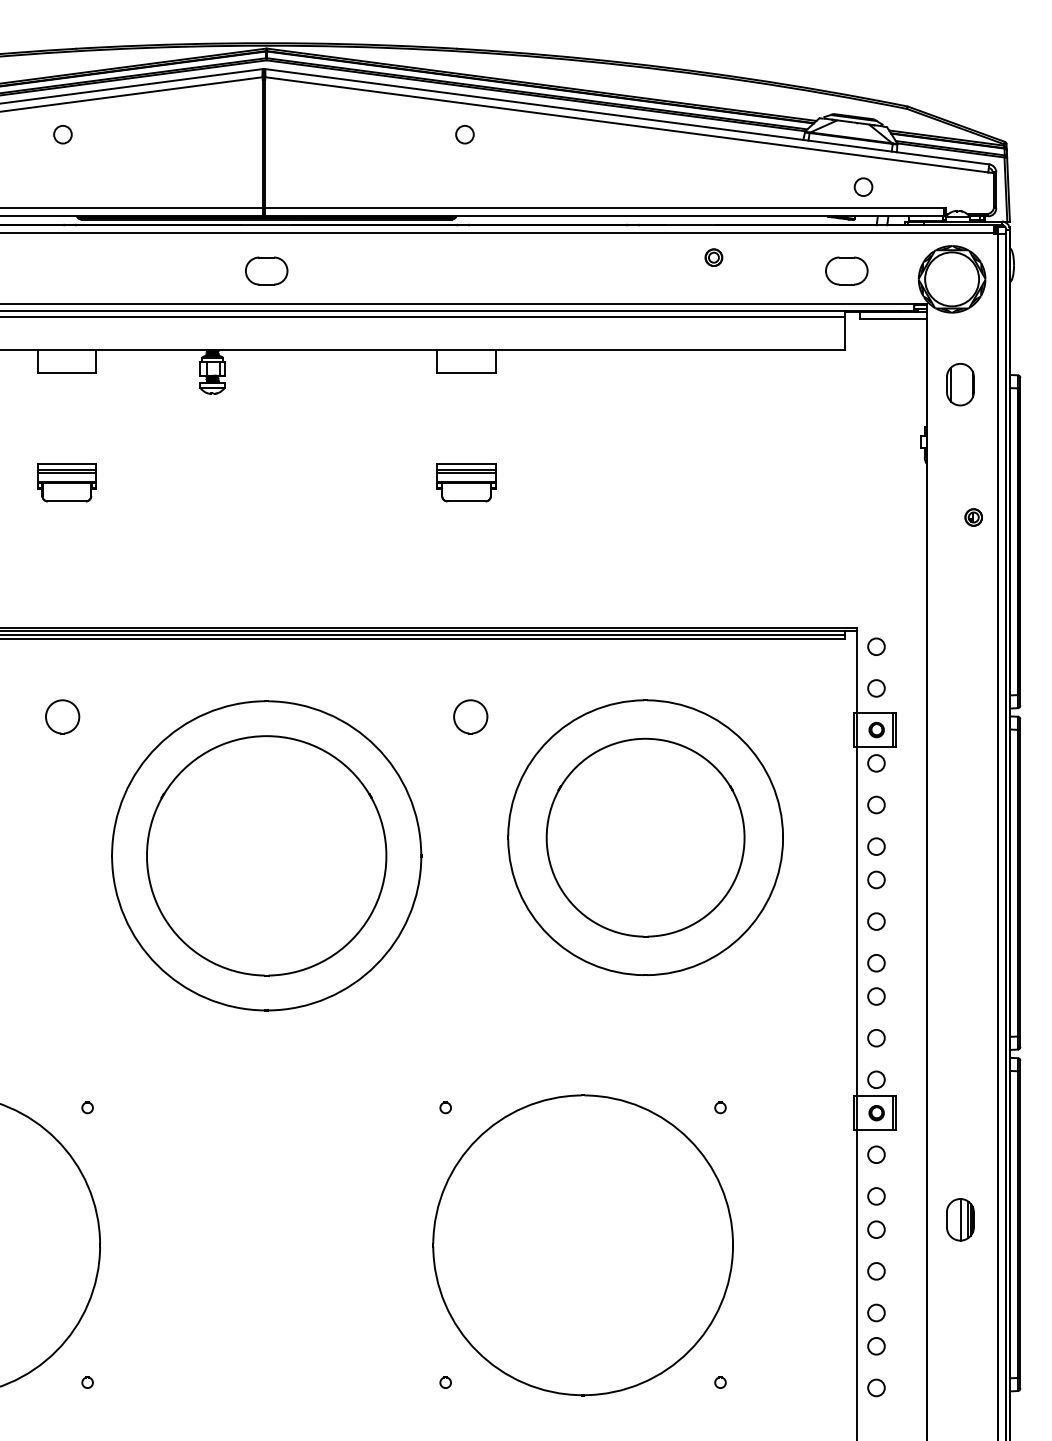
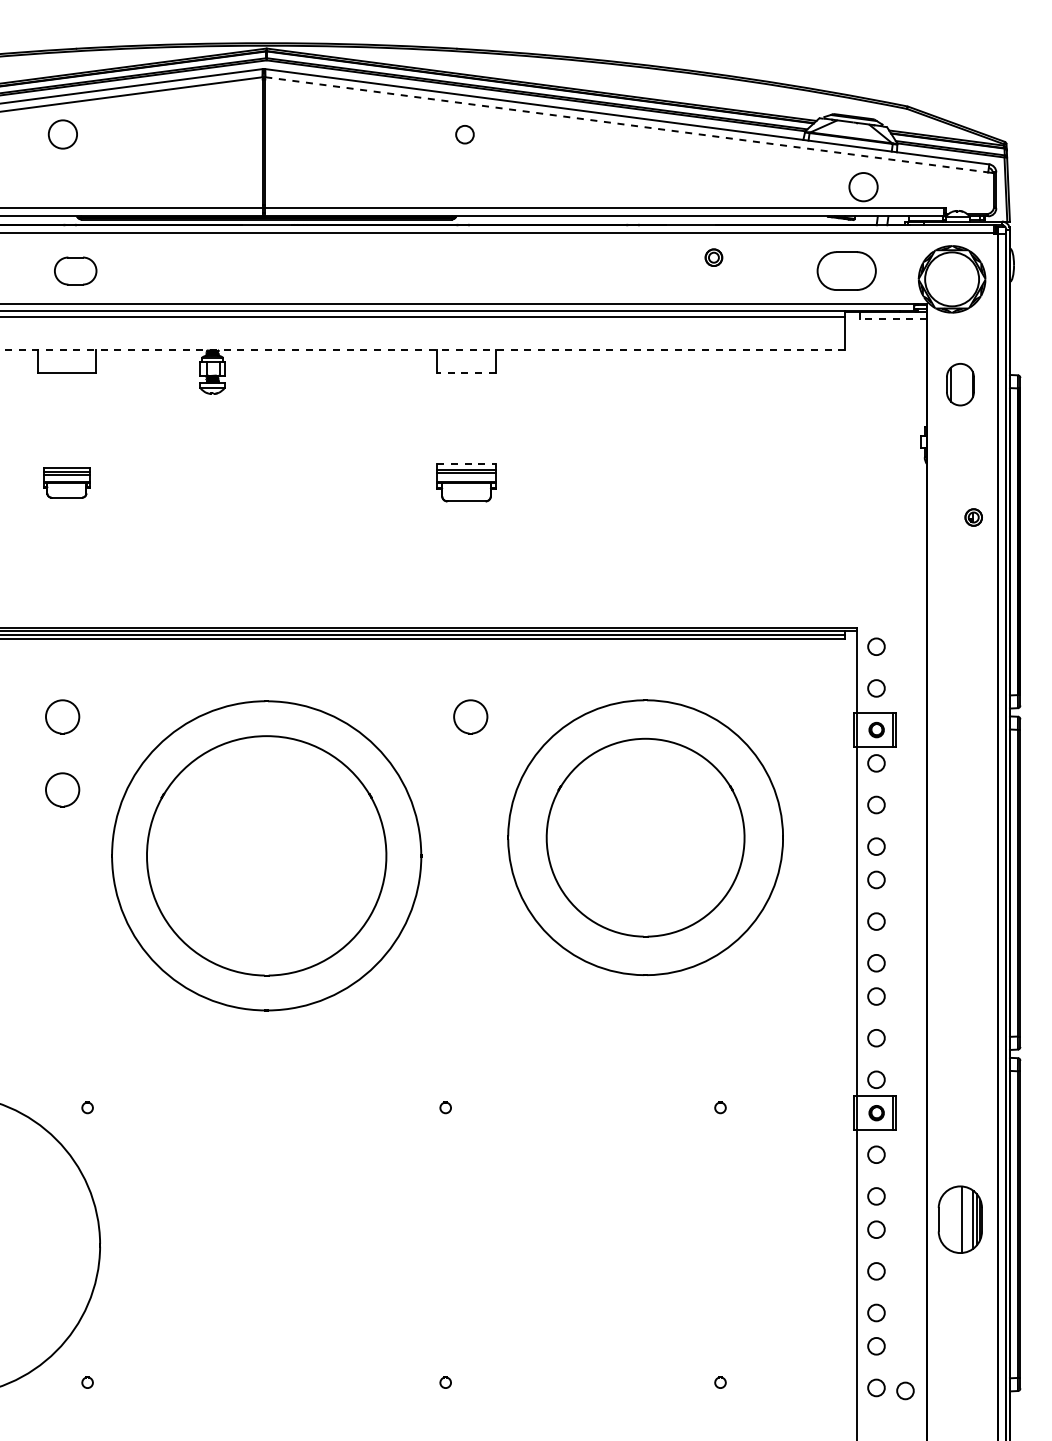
line at (626, 124): solid -> dashed
circle at (62, 134) size: 20x20 px -> 31x31 px
circle at (863, 187) diameter: 18 px -> 28 px
part at (266, 270) position: (266, 270) -> (75, 270)
part at (846, 270) size: 44x30 px -> 61x40 px
line at (893, 319): solid -> dashed
line at (422, 350): solid -> dashed
line at (466, 372): solid -> dashed
line at (467, 464): solid -> dashed
part at (66, 482) size: 60x40 px -> 48x32 px
part at (62, 789): none -> present
part at (960, 1219) size: 29x44 px -> 46x69 px
part at (582, 1245): present -> none
circle at (905, 1390): none -> present
